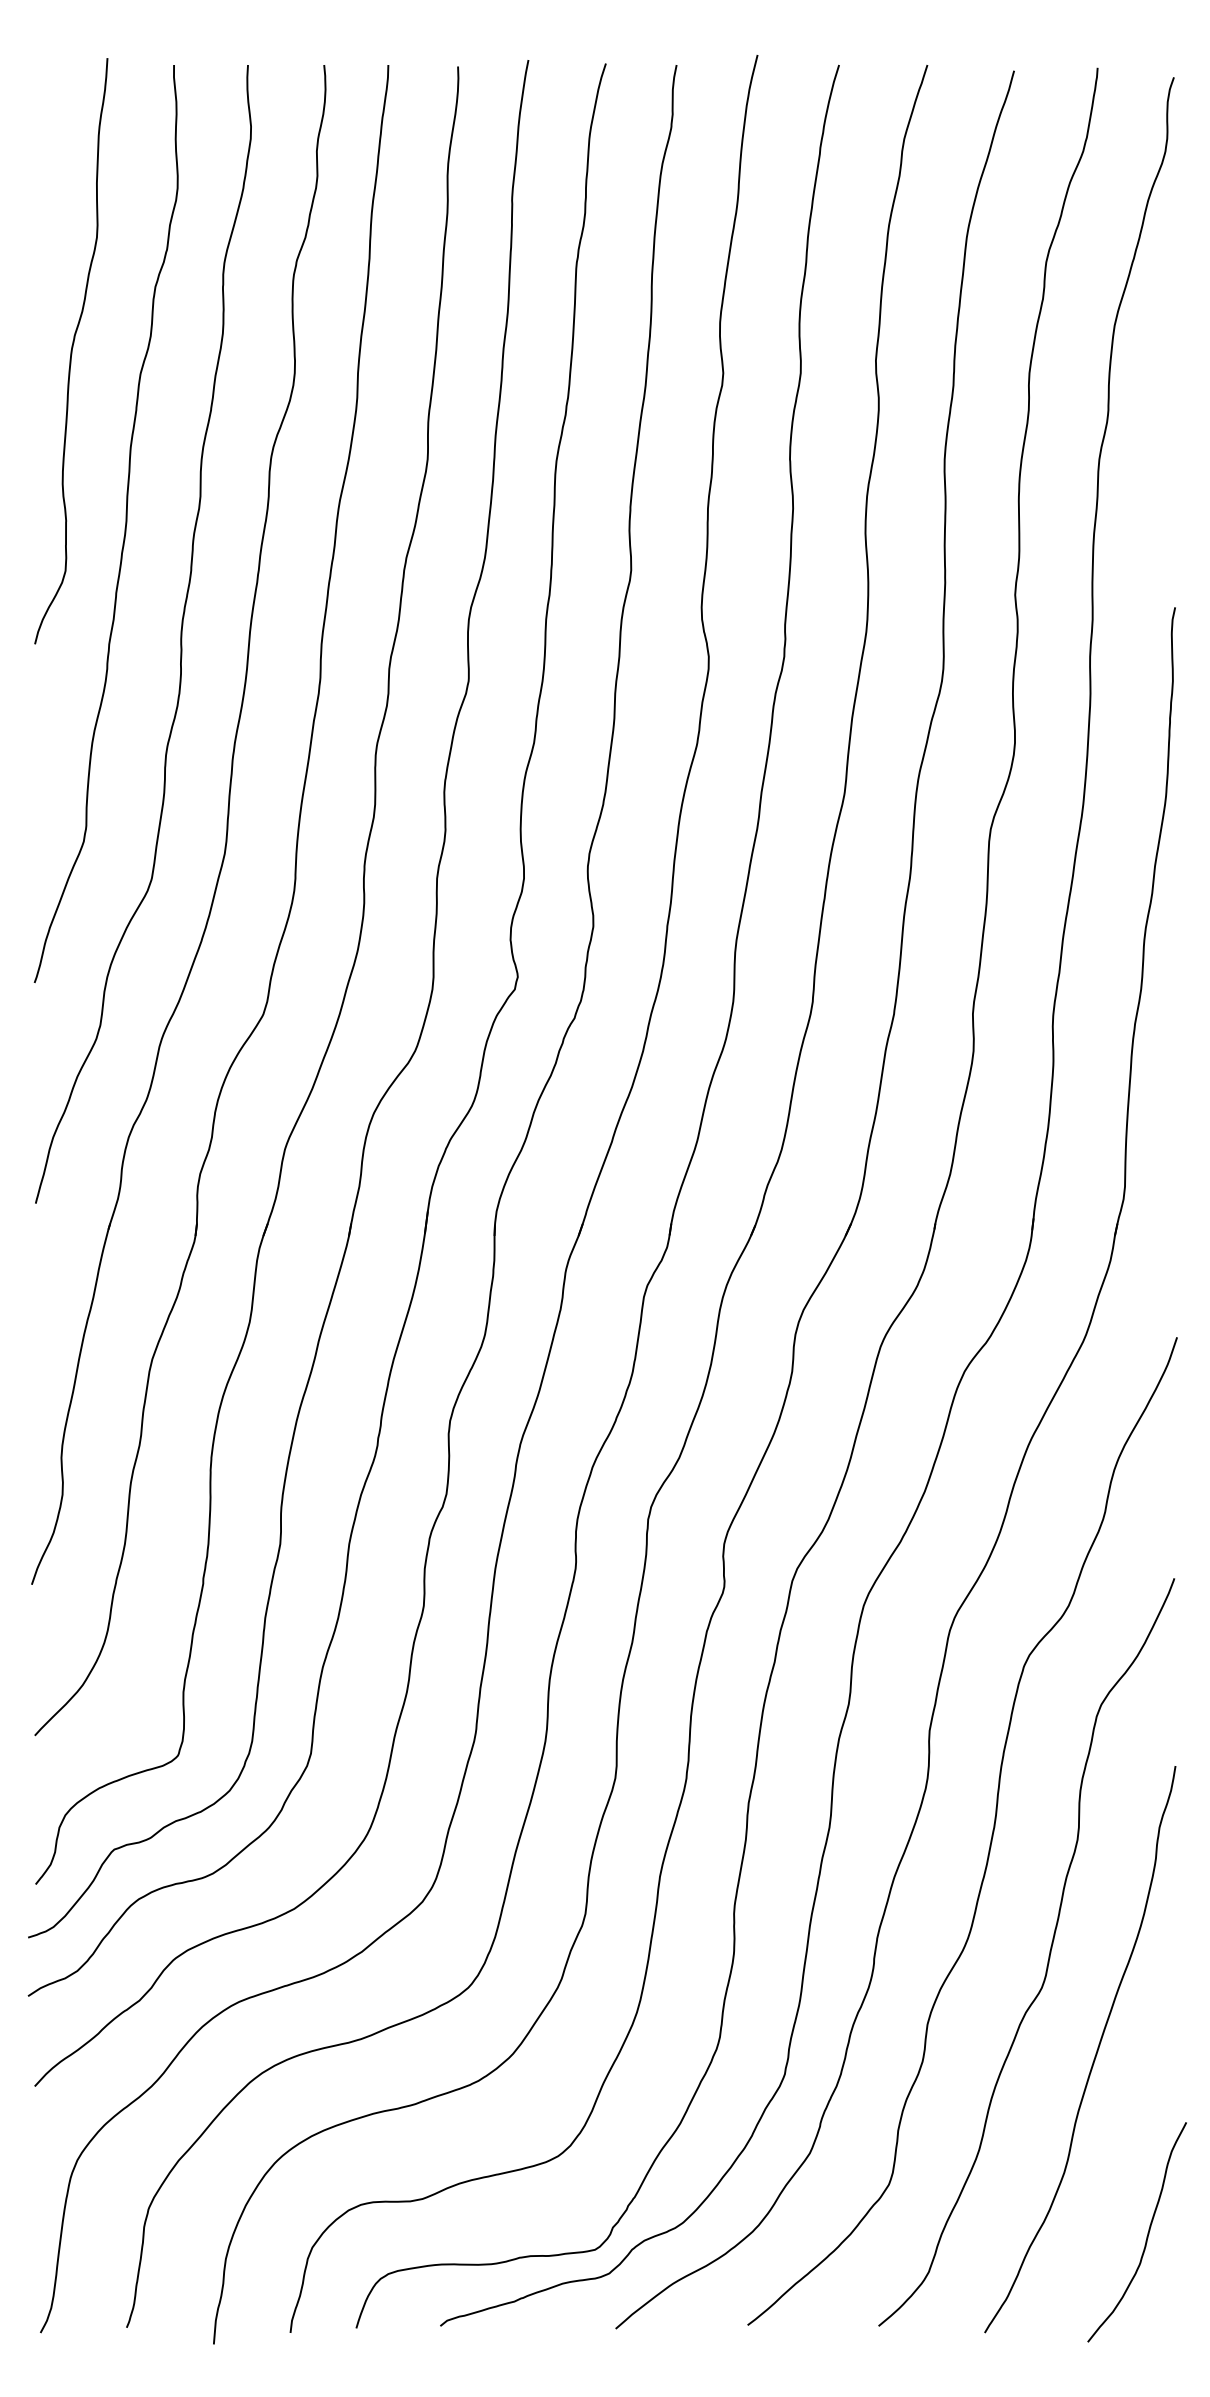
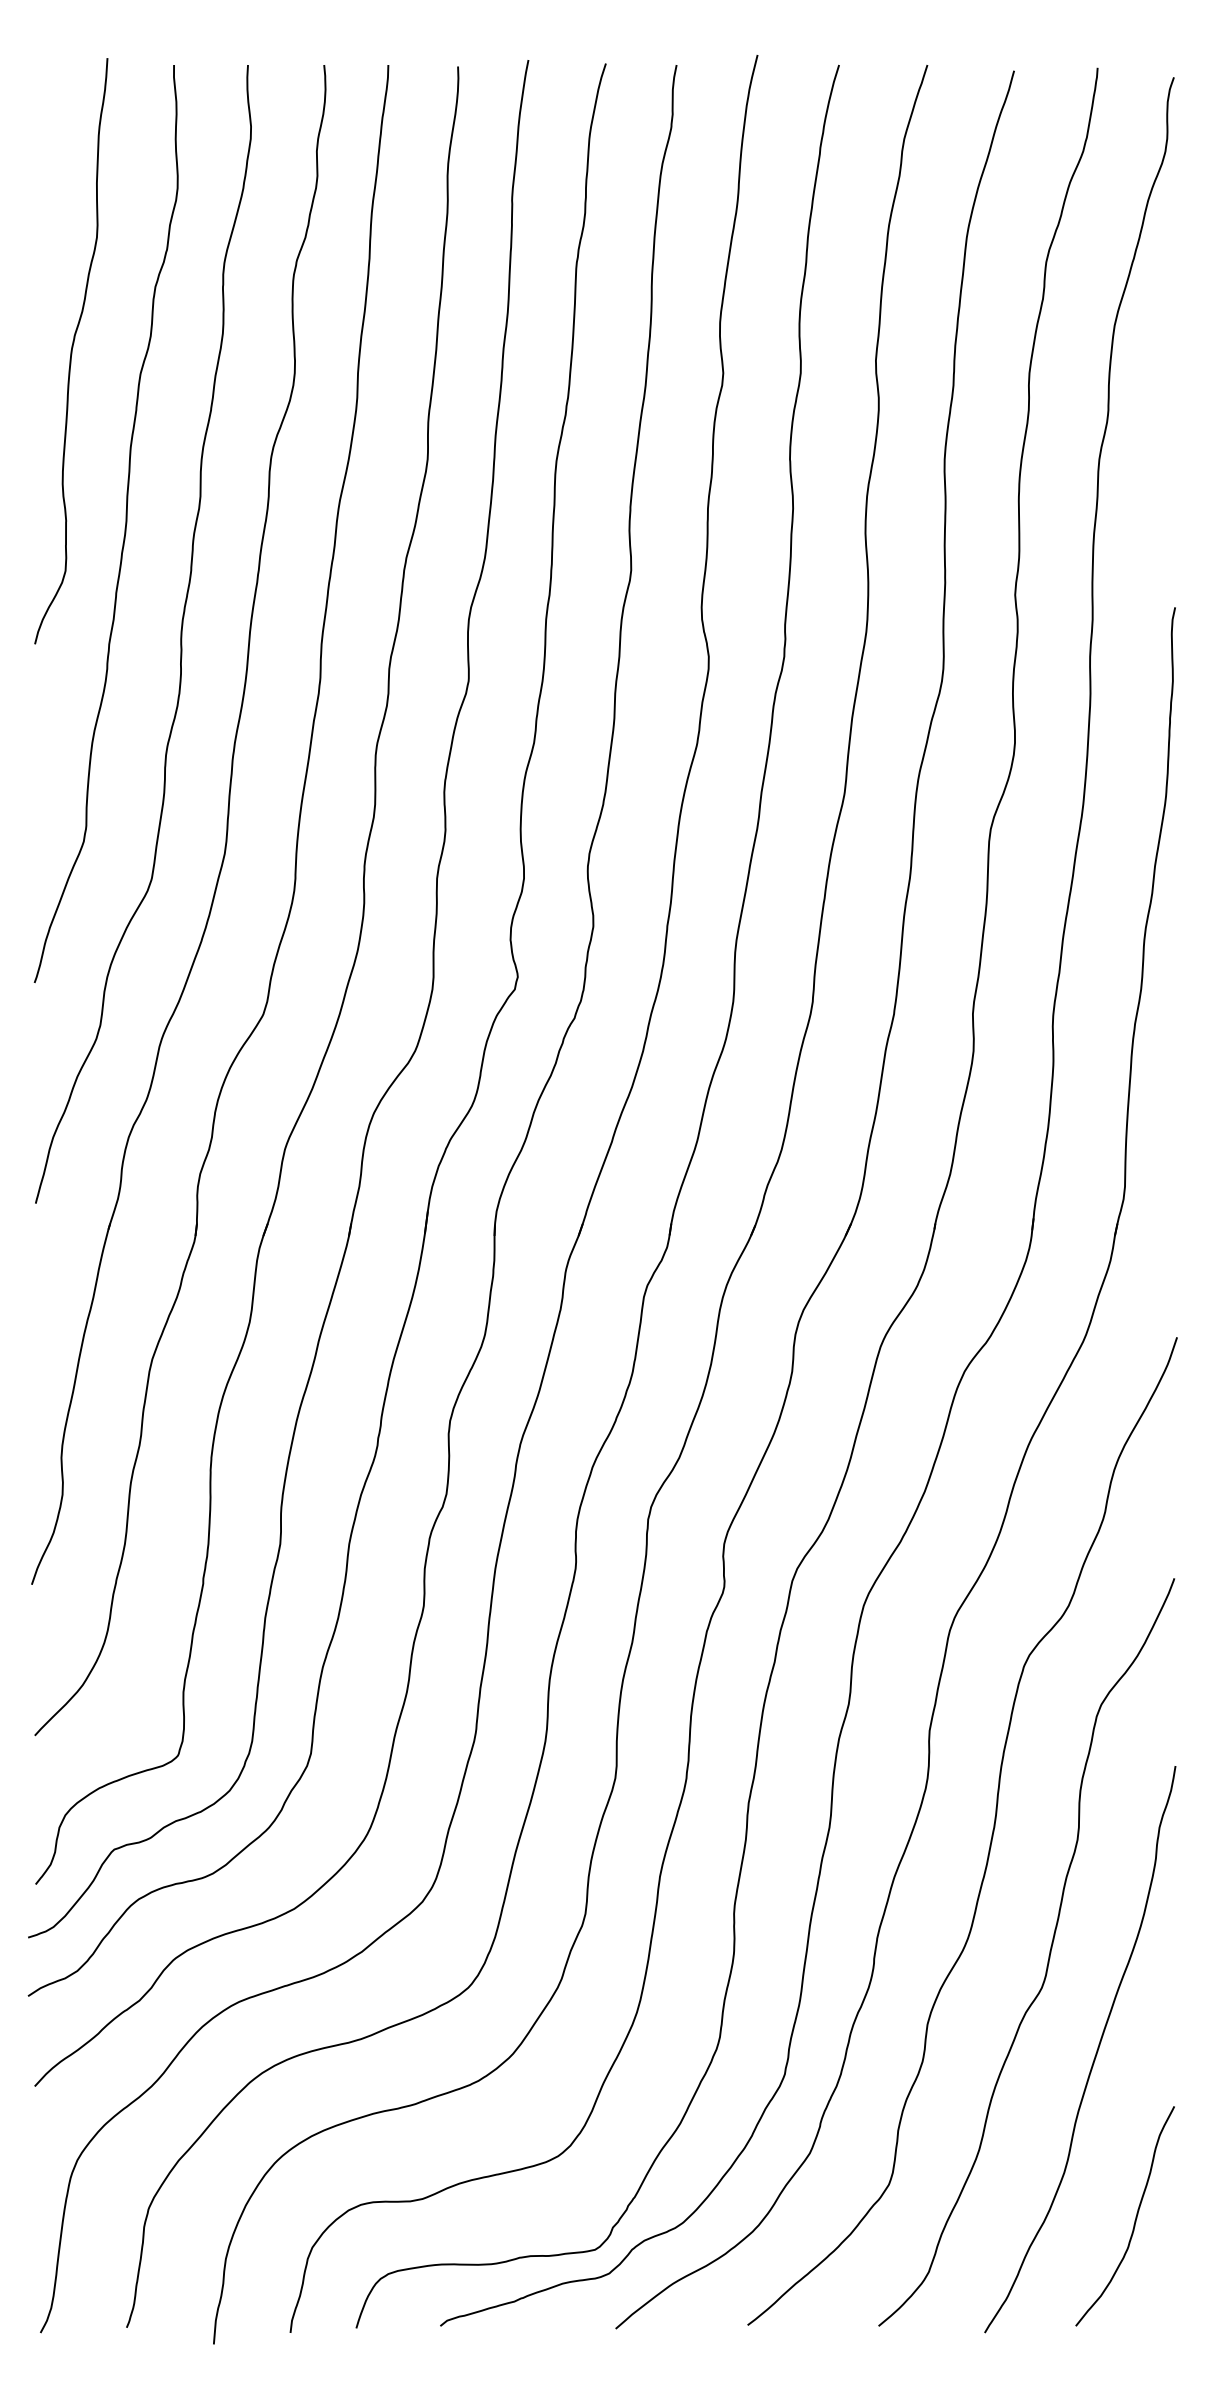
curve at (1146, 2236) position: (1146, 2236) -> (1134, 2220)
